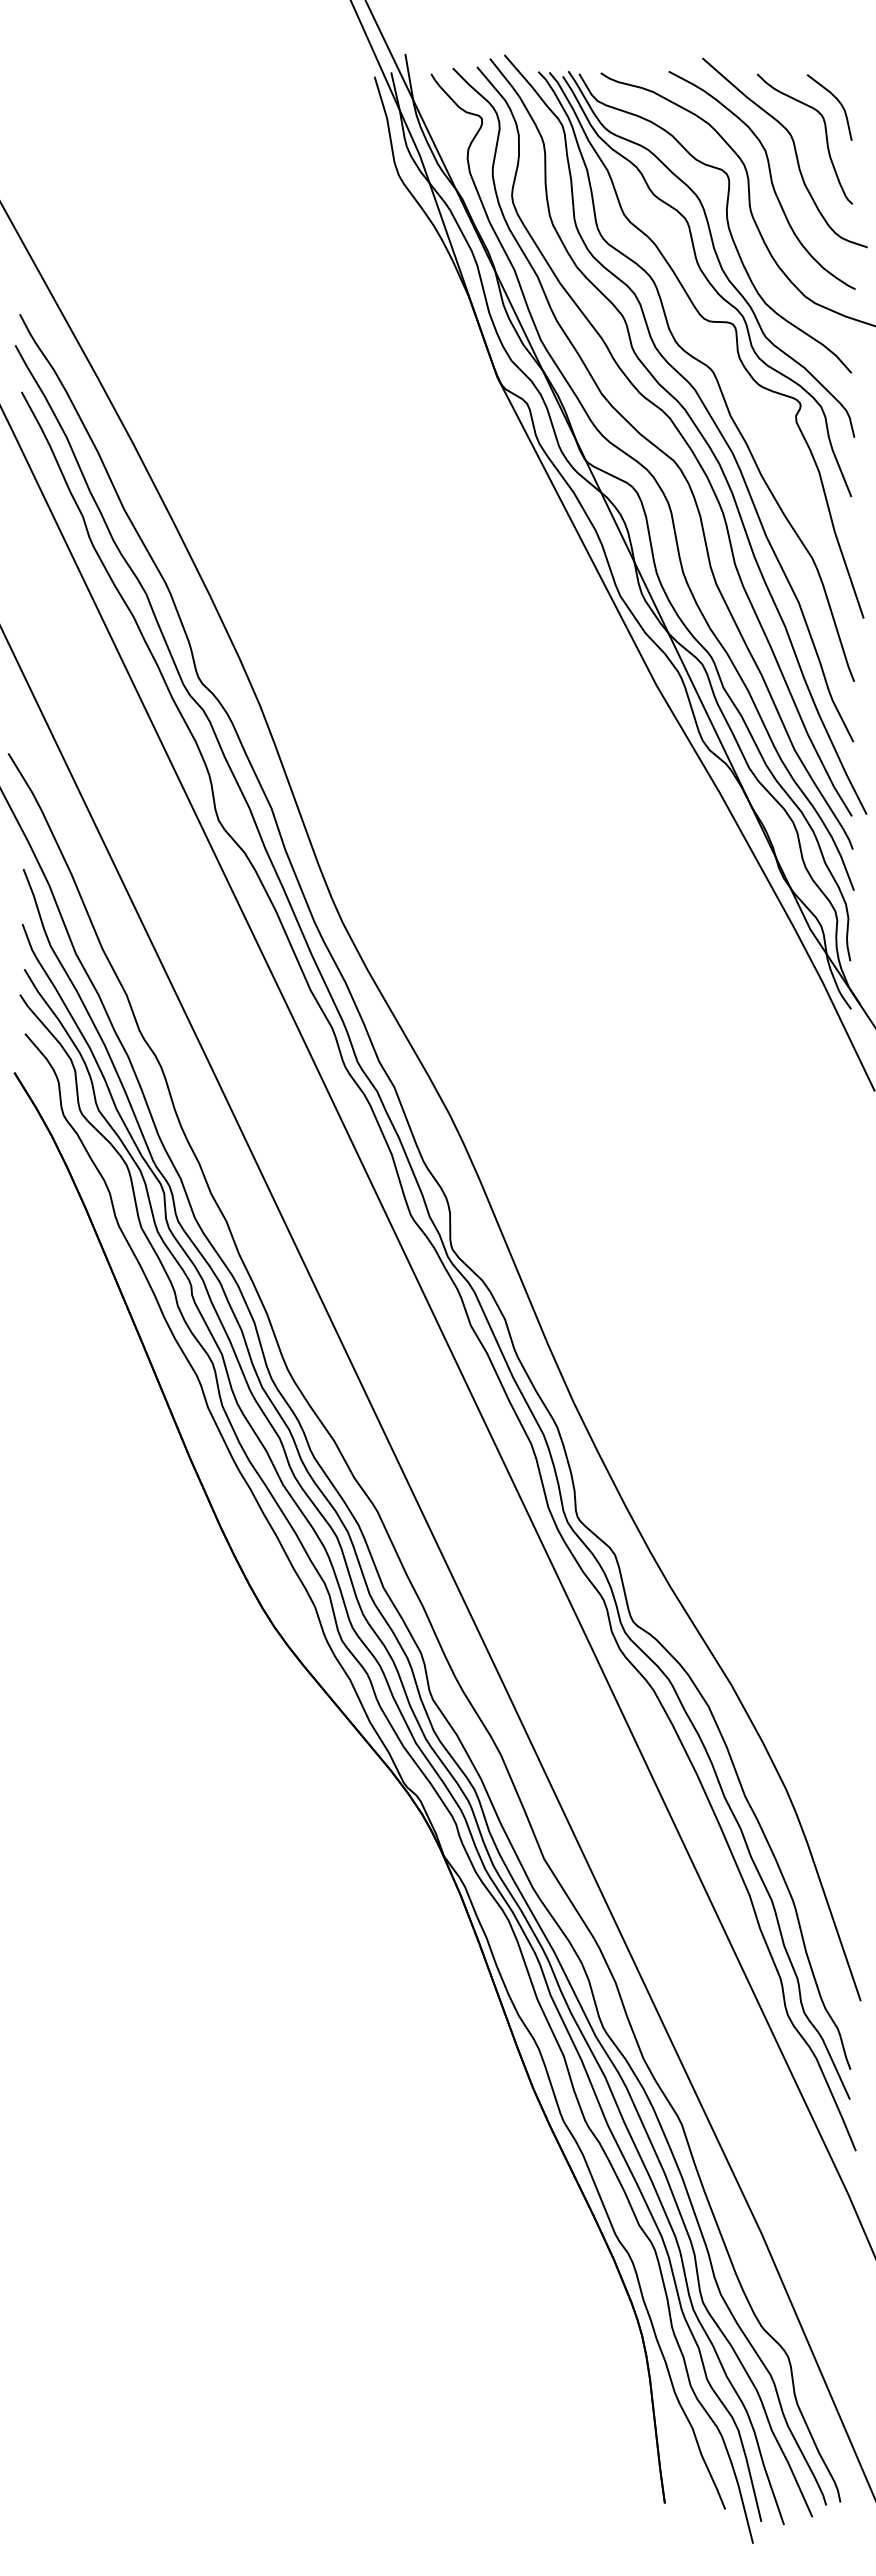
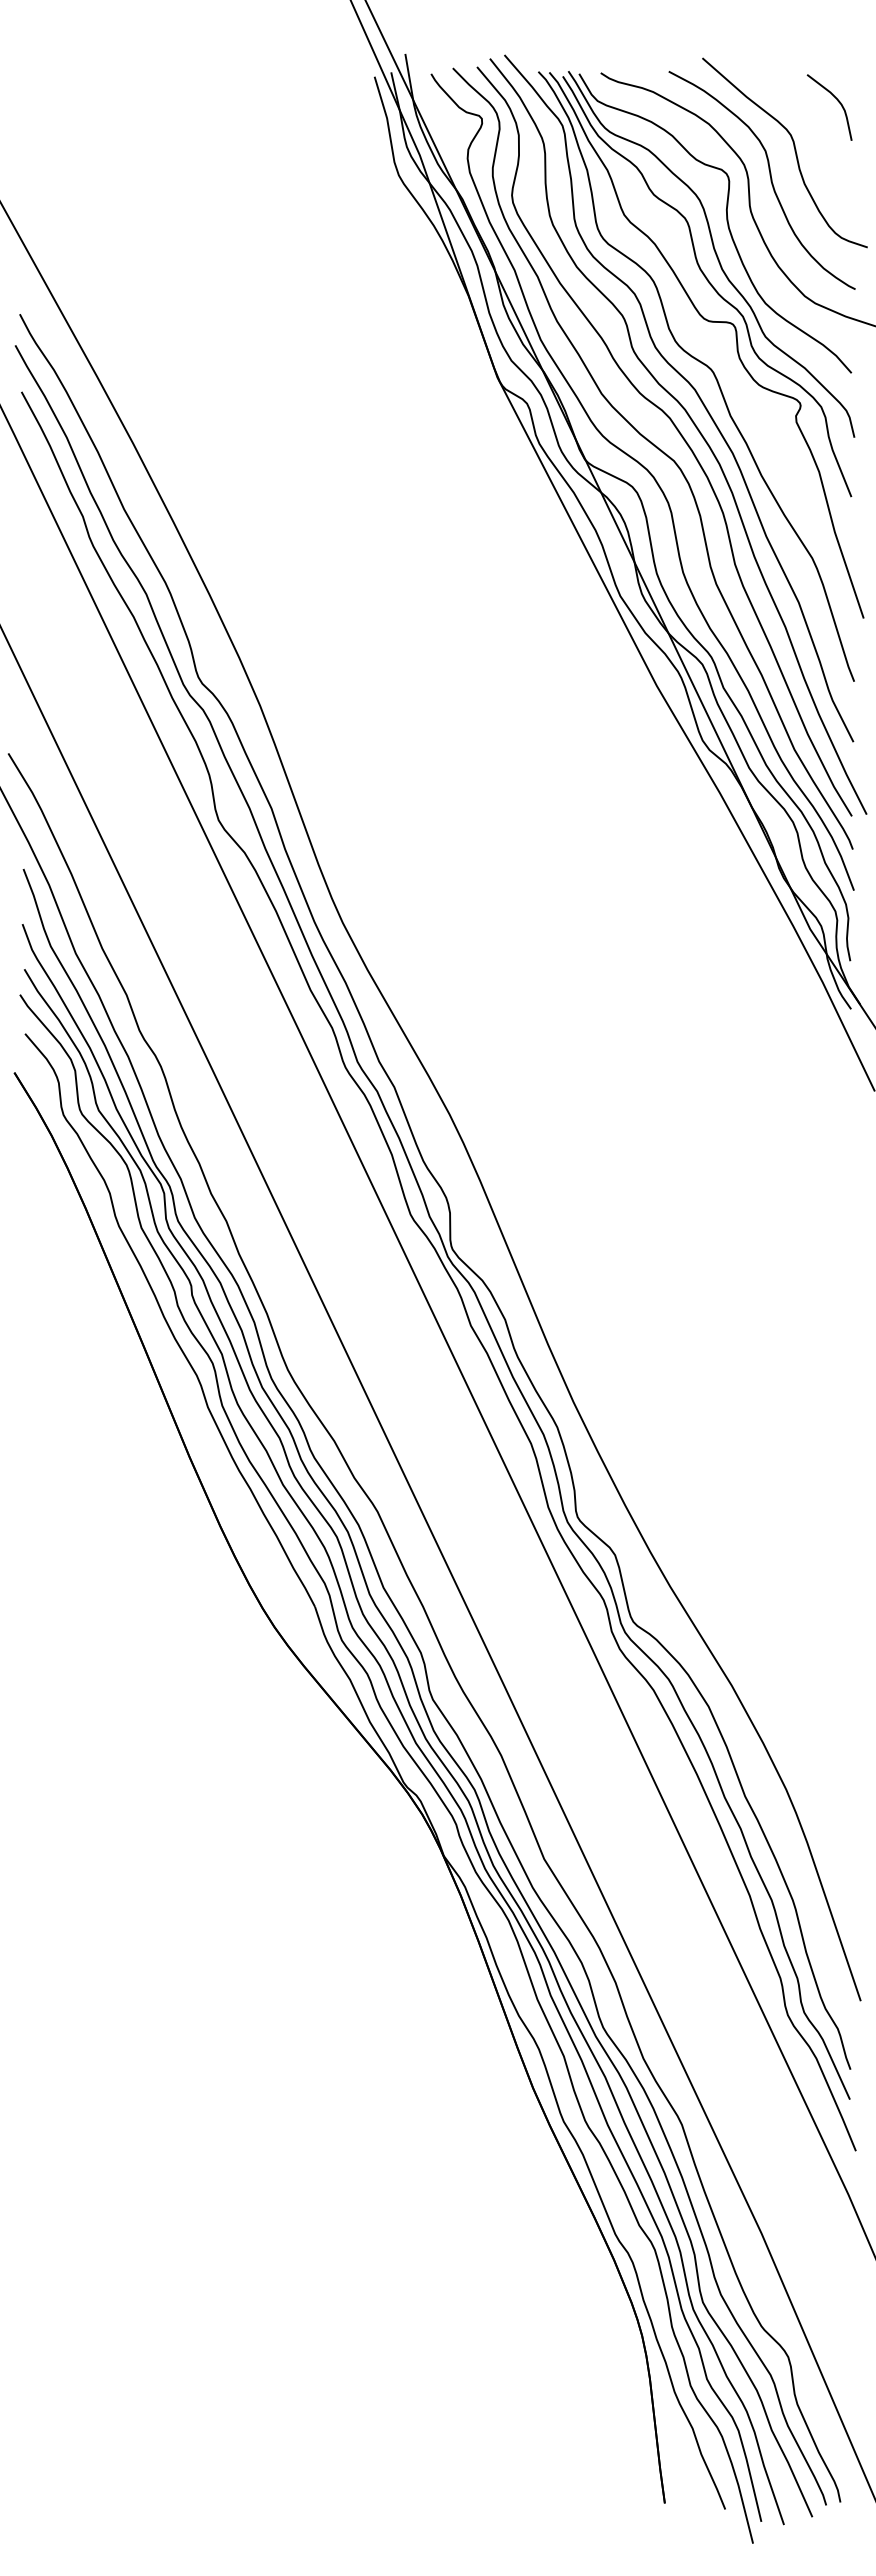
curve at (825, 137): present -> none
